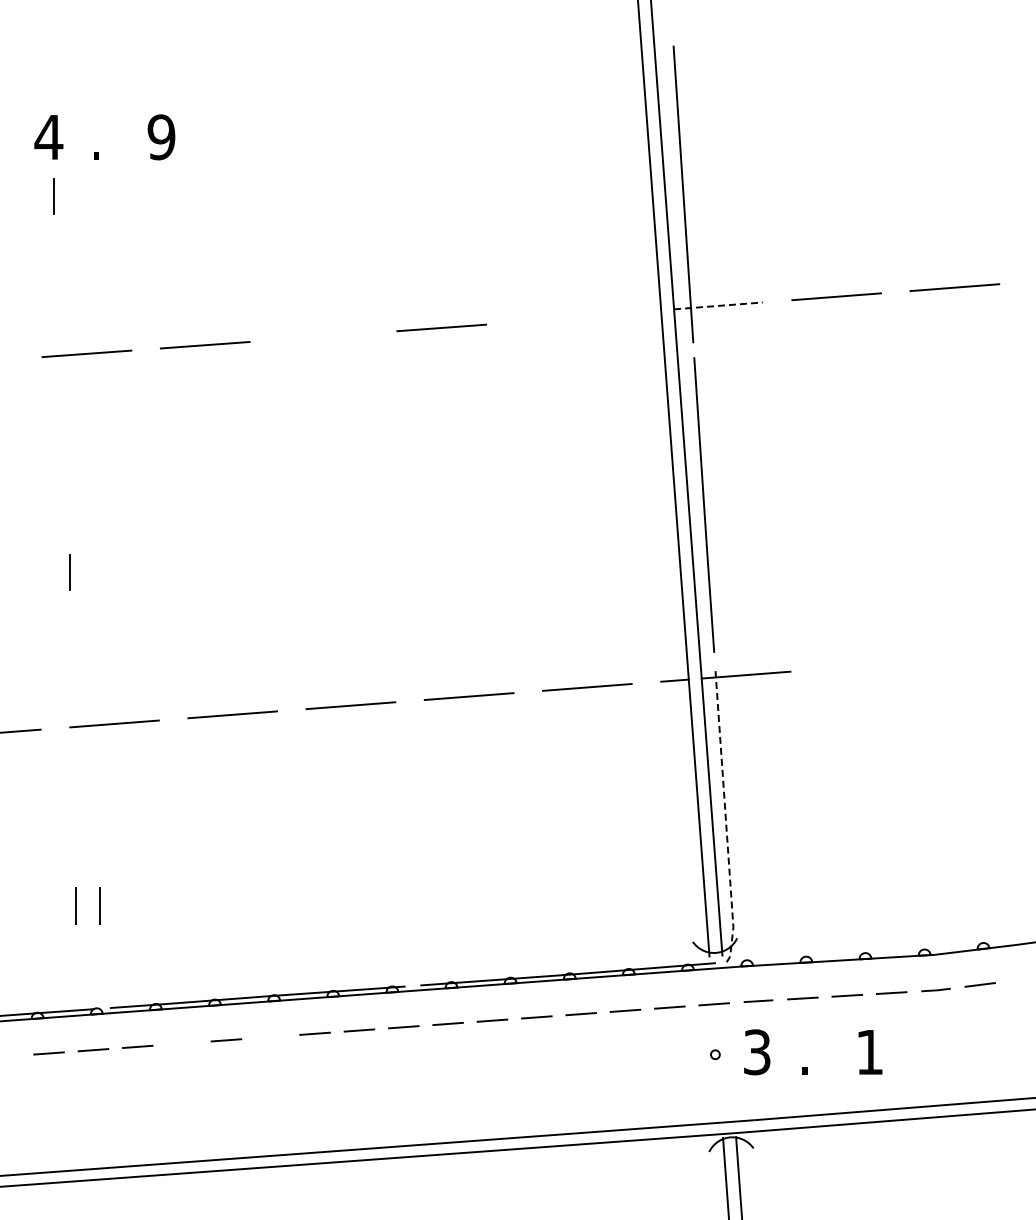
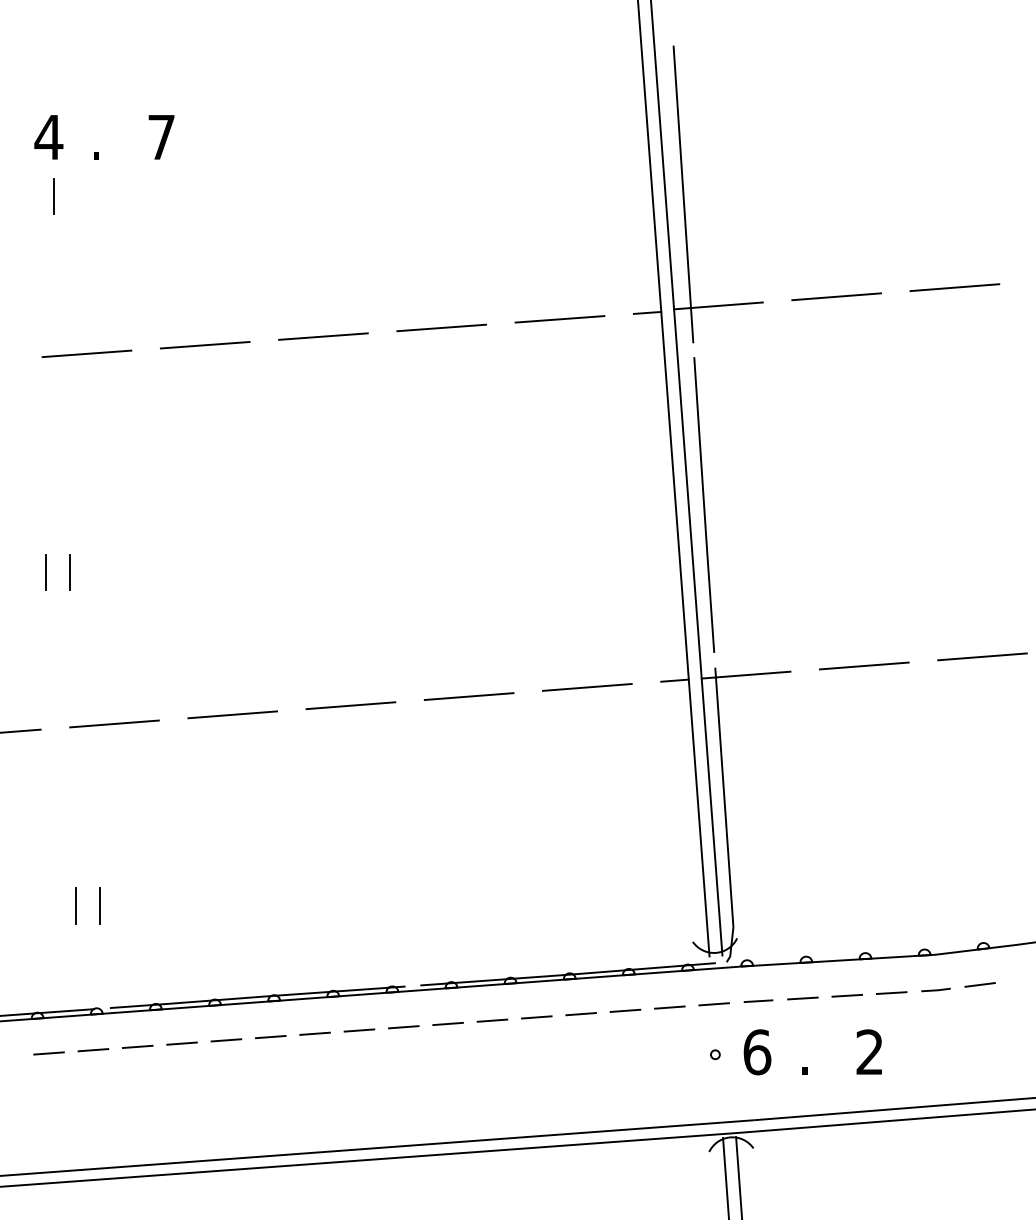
text at (161, 137): 9 -> 7
line at (718, 305): dashed -> solid
line at (647, 312): none -> present
line at (559, 319): none -> present
line at (323, 336): none -> present
line at (46, 572): none -> present
line at (982, 656): none -> present
line at (863, 665): none -> present
line at (725, 816): dashed -> solid
line at (270, 1036): none -> present
line at (181, 1043): none -> present
text at (869, 1051): 1 -> 2
text at (757, 1052): 3 -> 6
